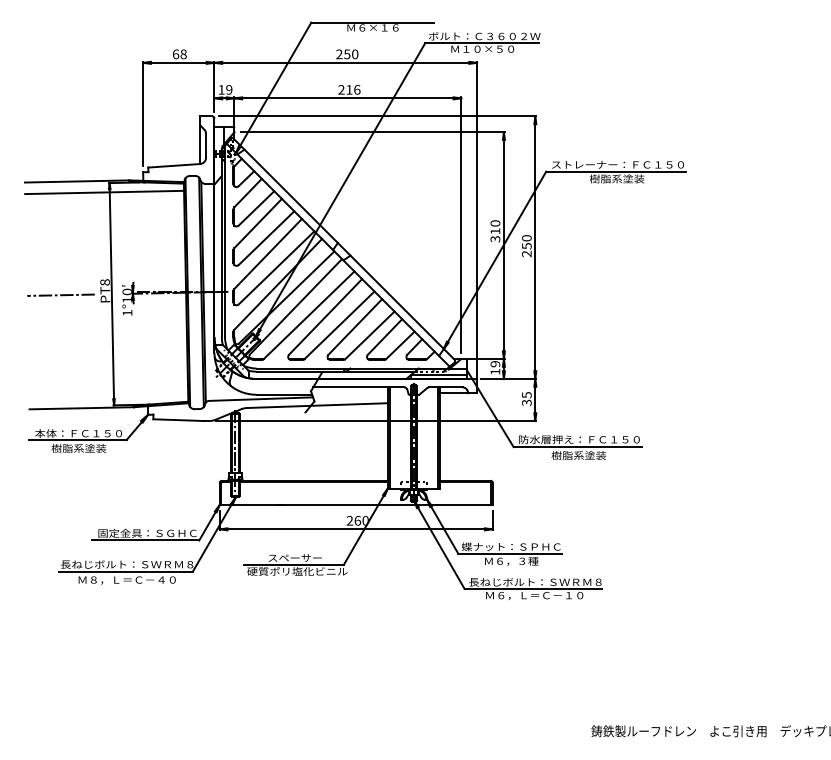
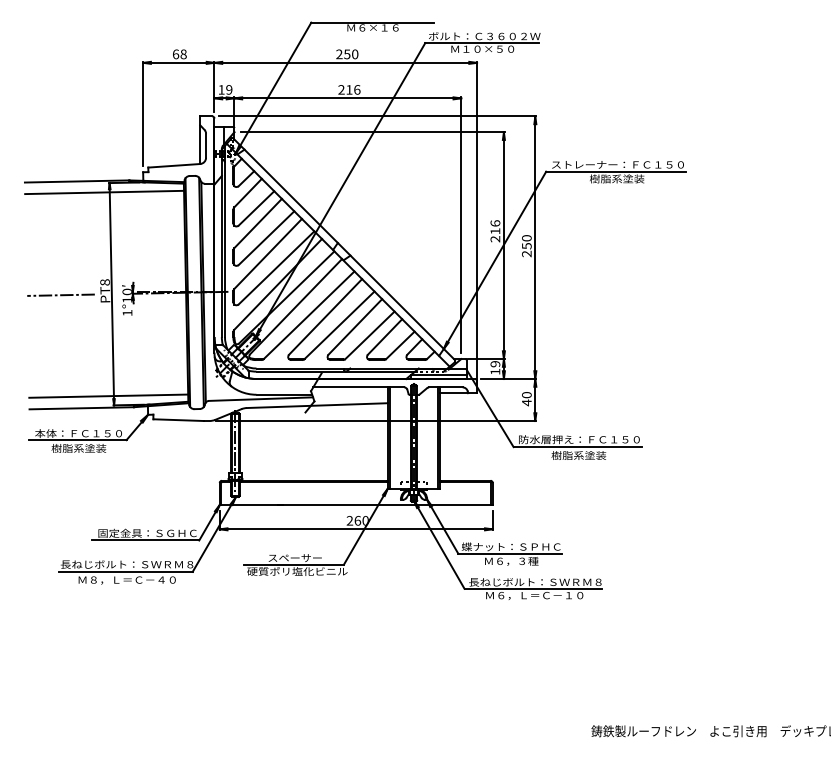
text at (495, 231): 310 -> 216
line at (108, 395): none -> present
text at (526, 399): 35 -> 40
